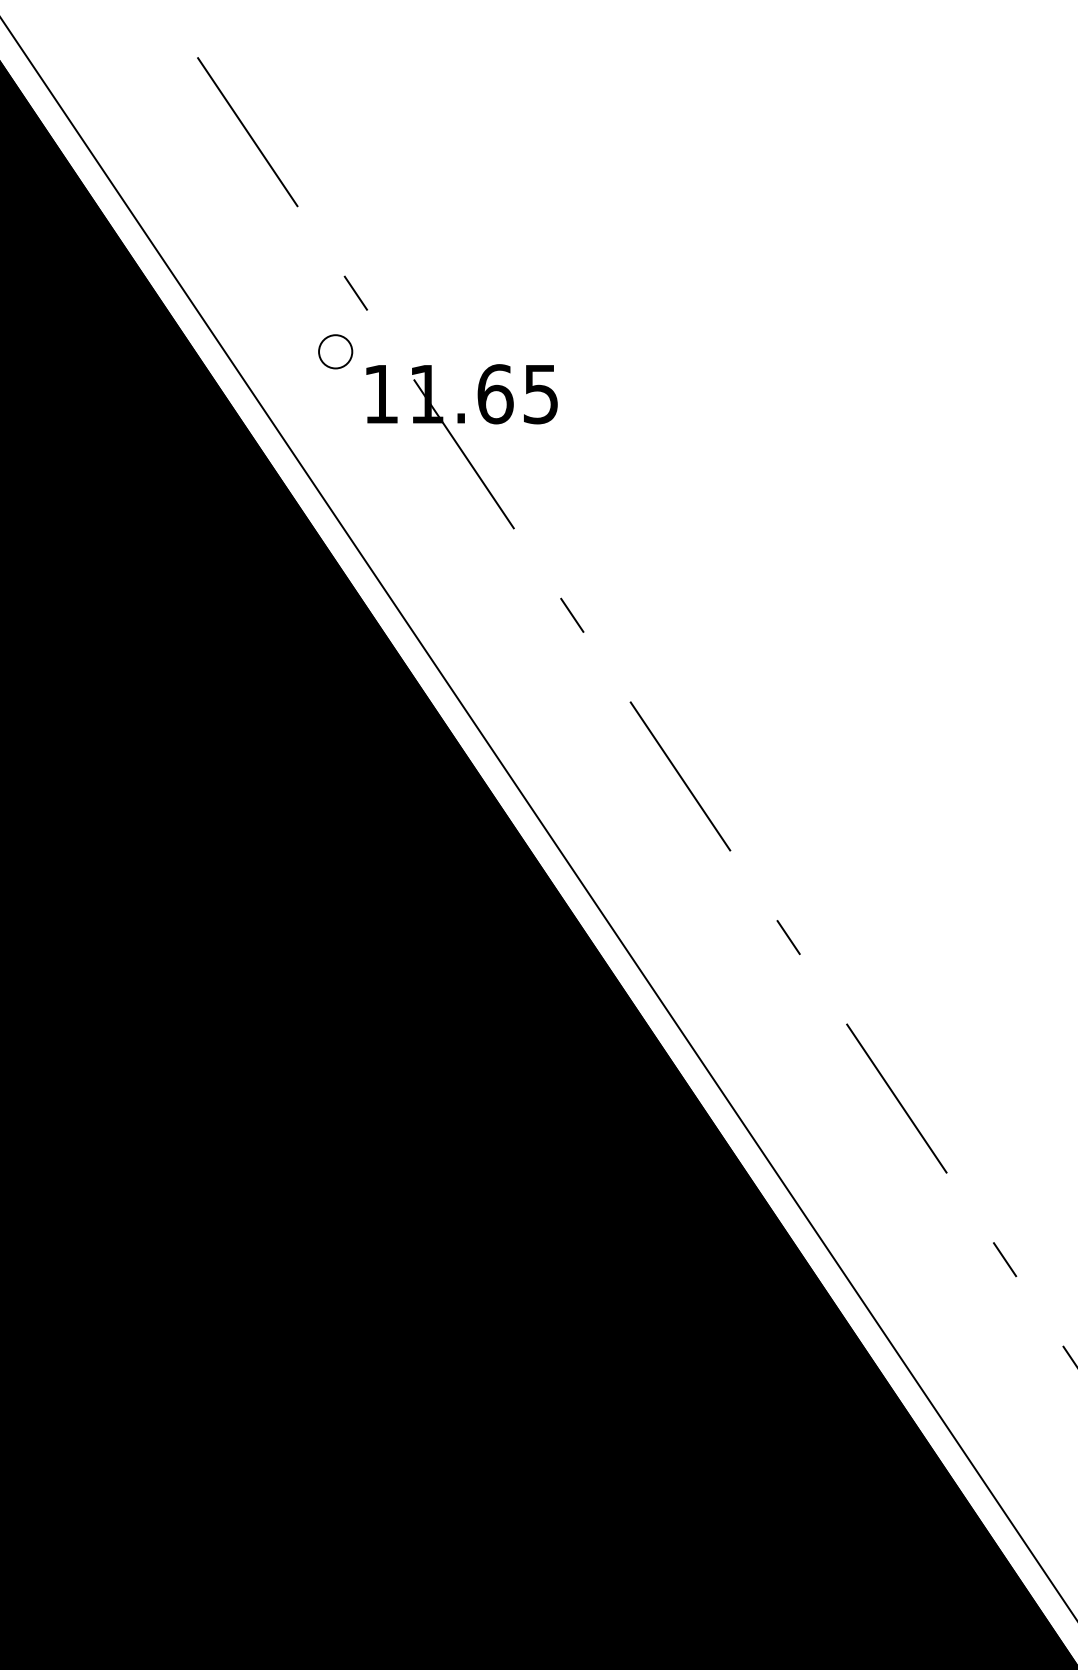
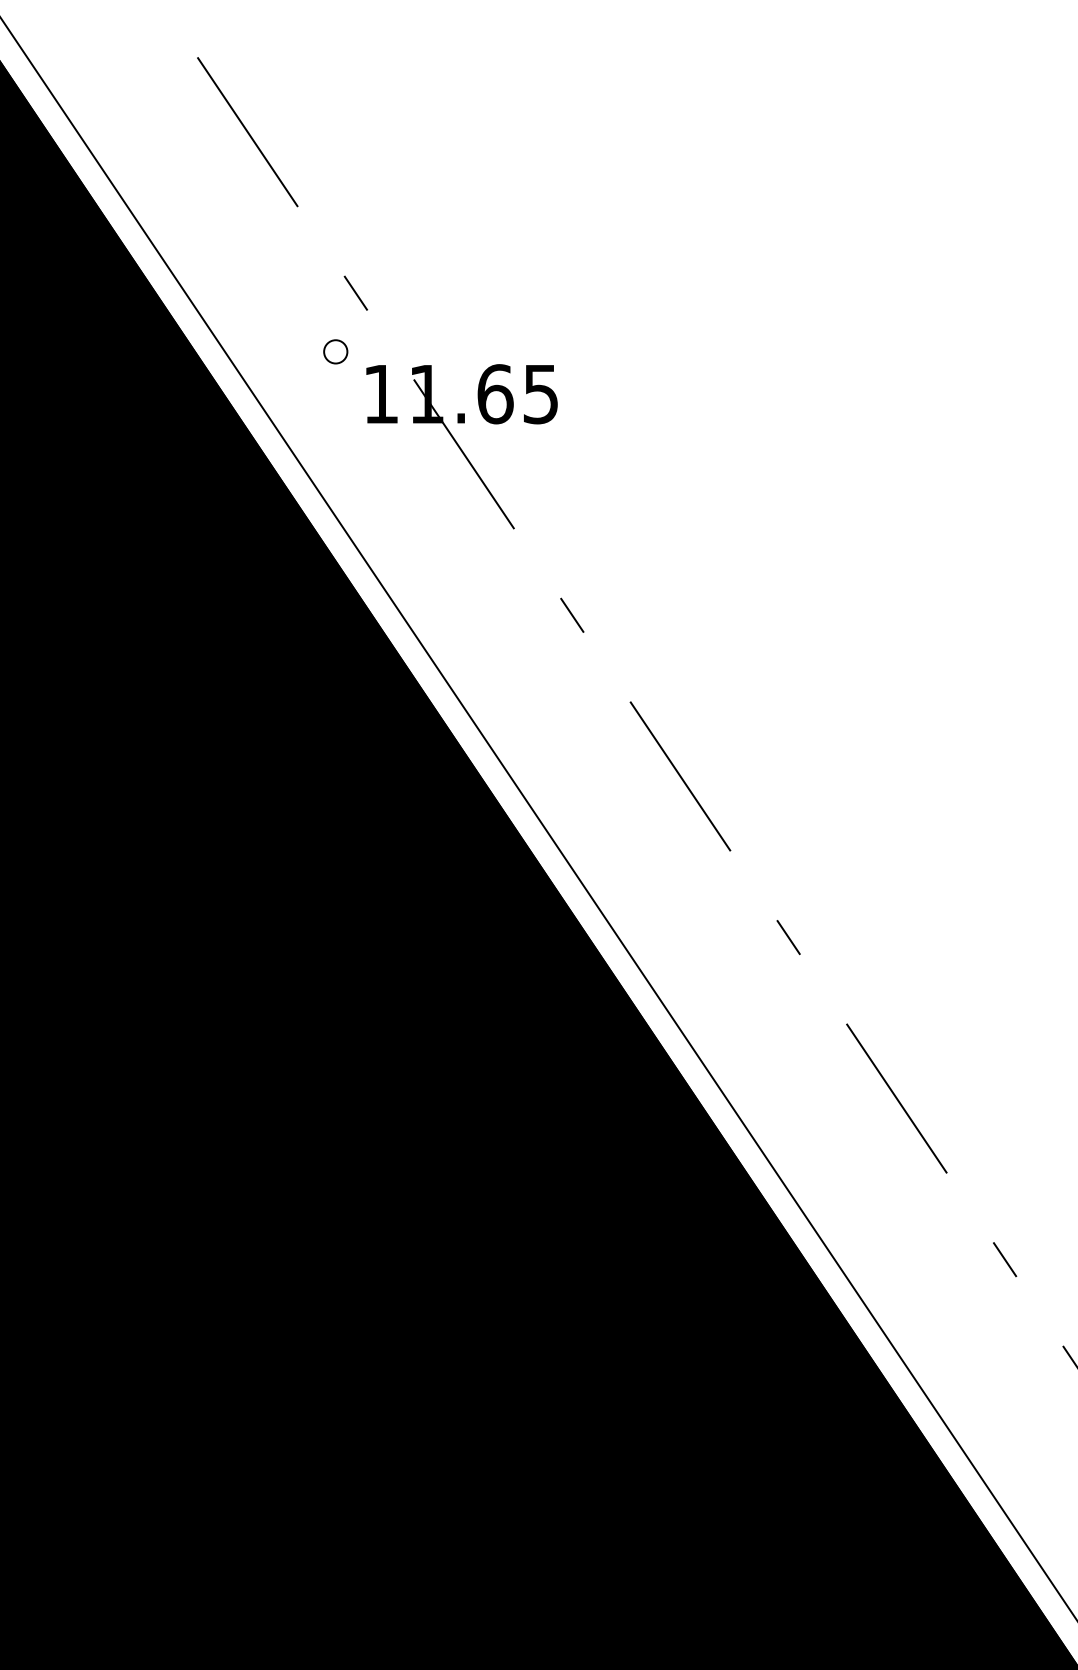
circle at (335, 351) size: 36x36 px -> 26x26 px
